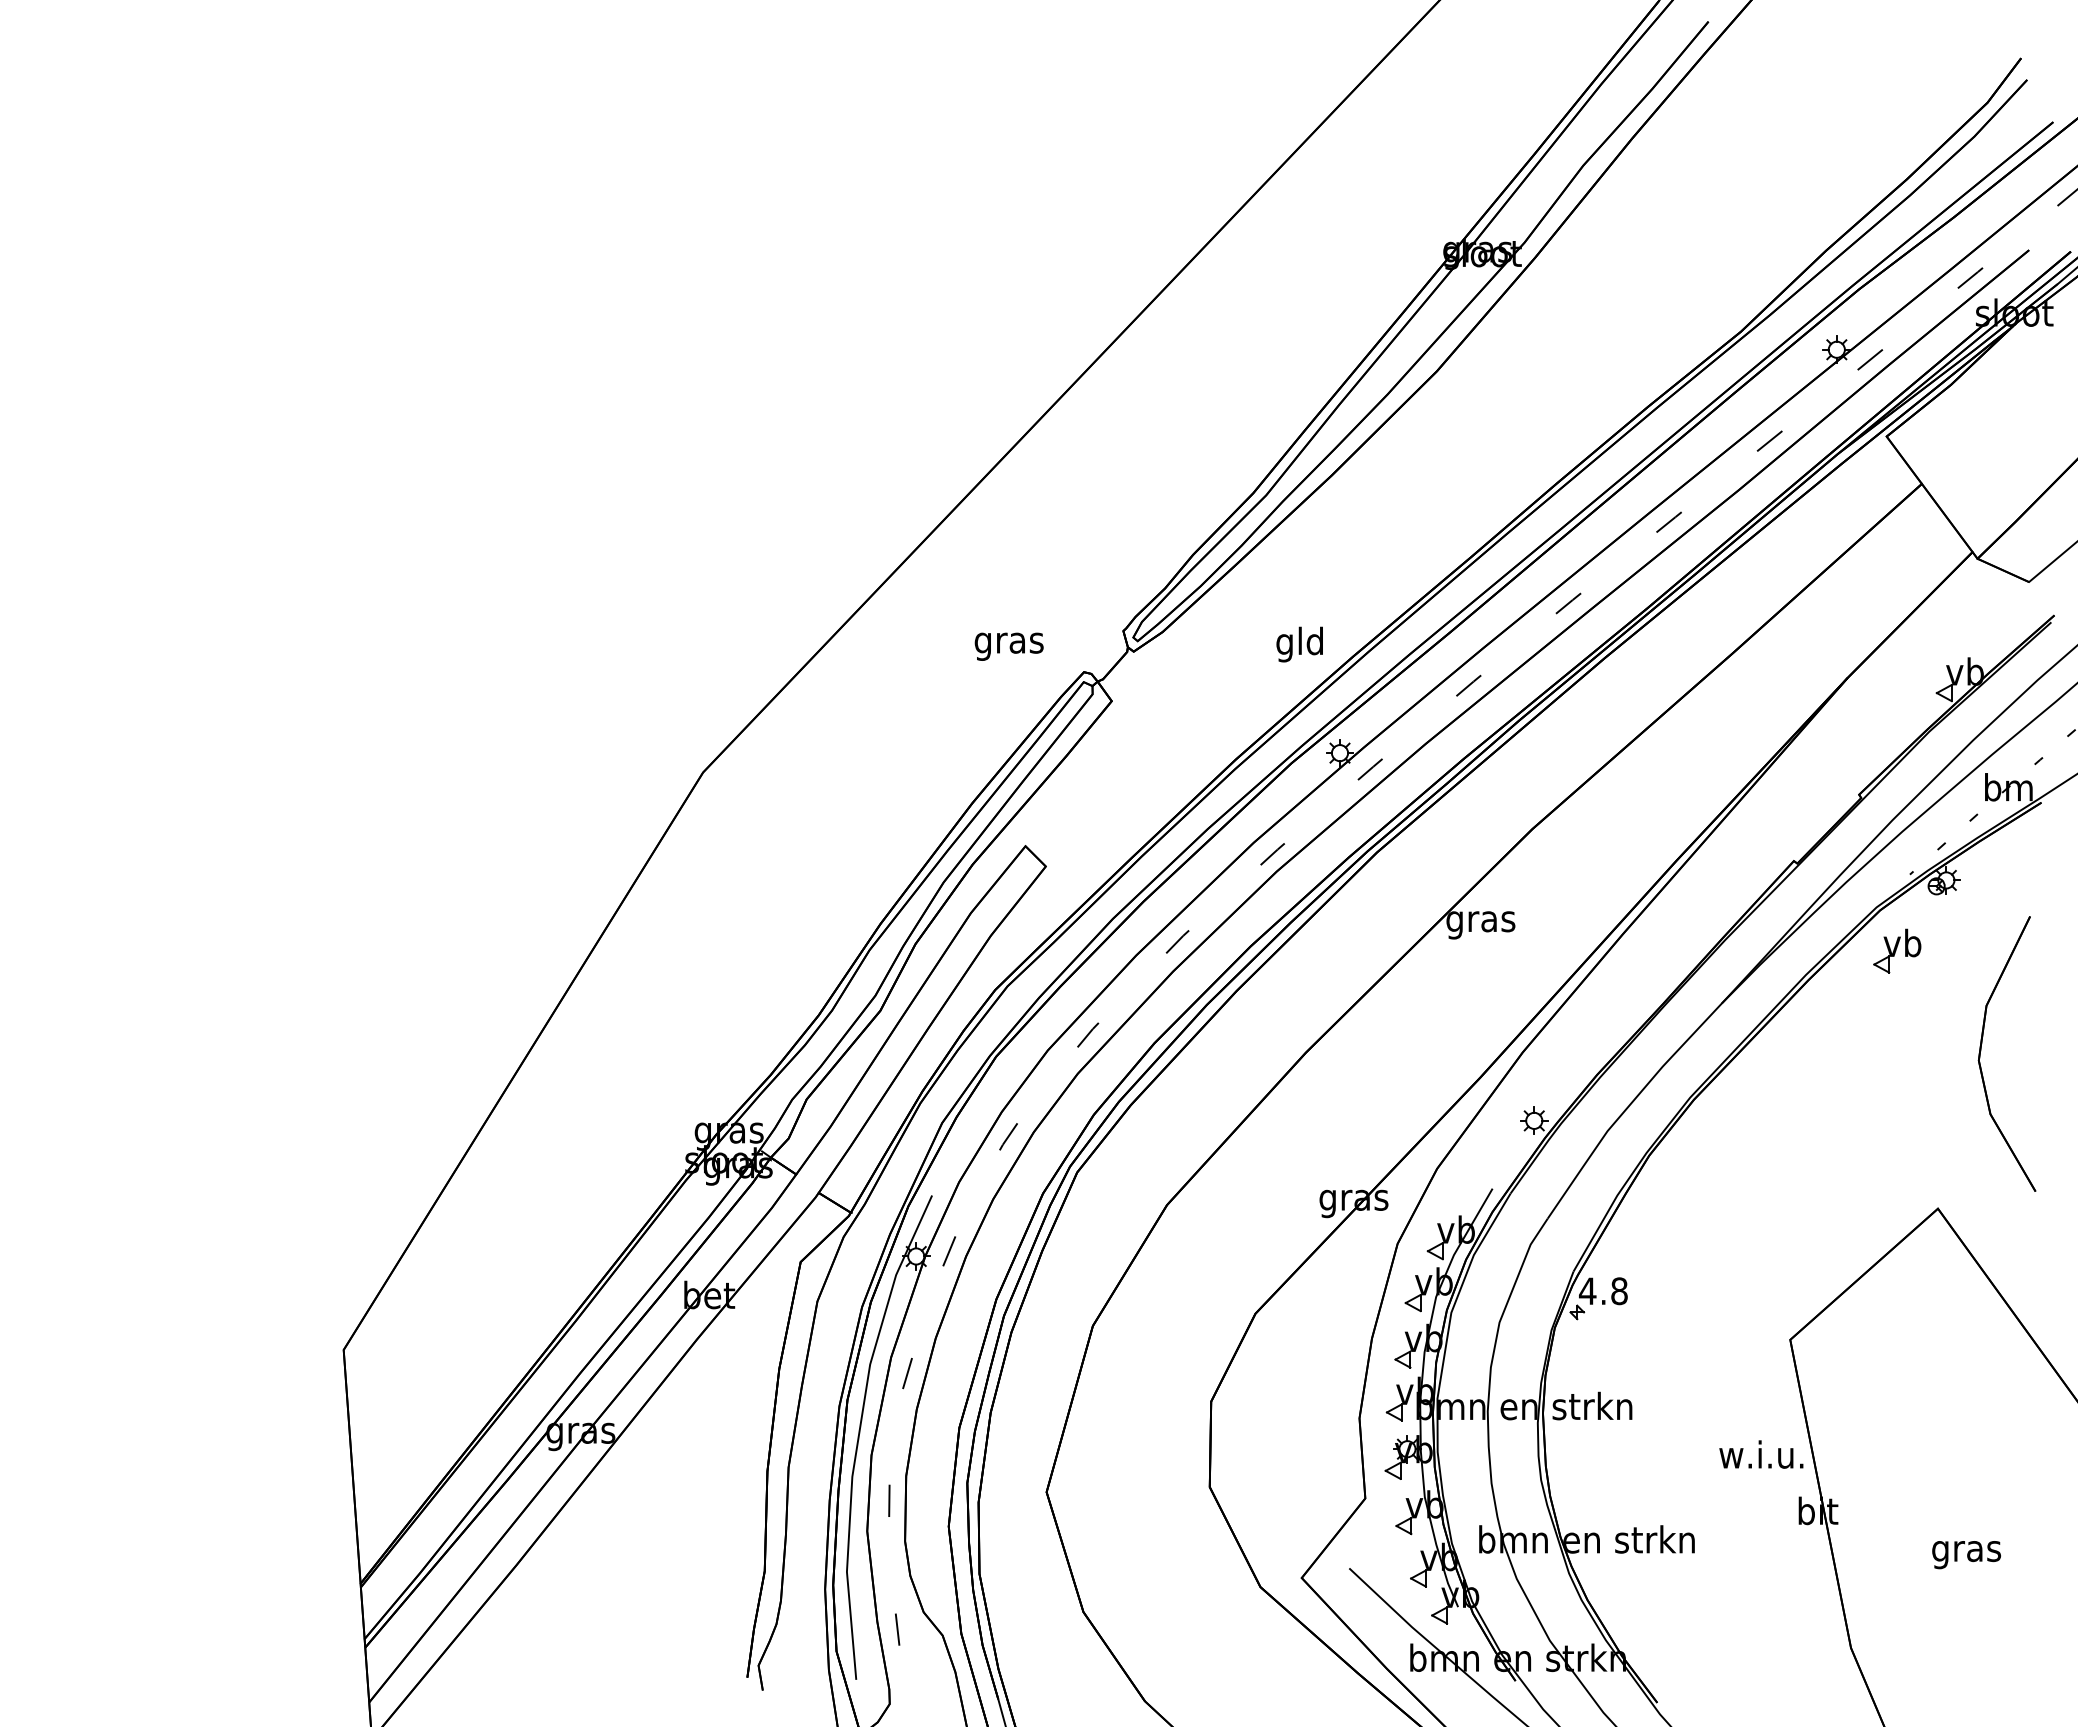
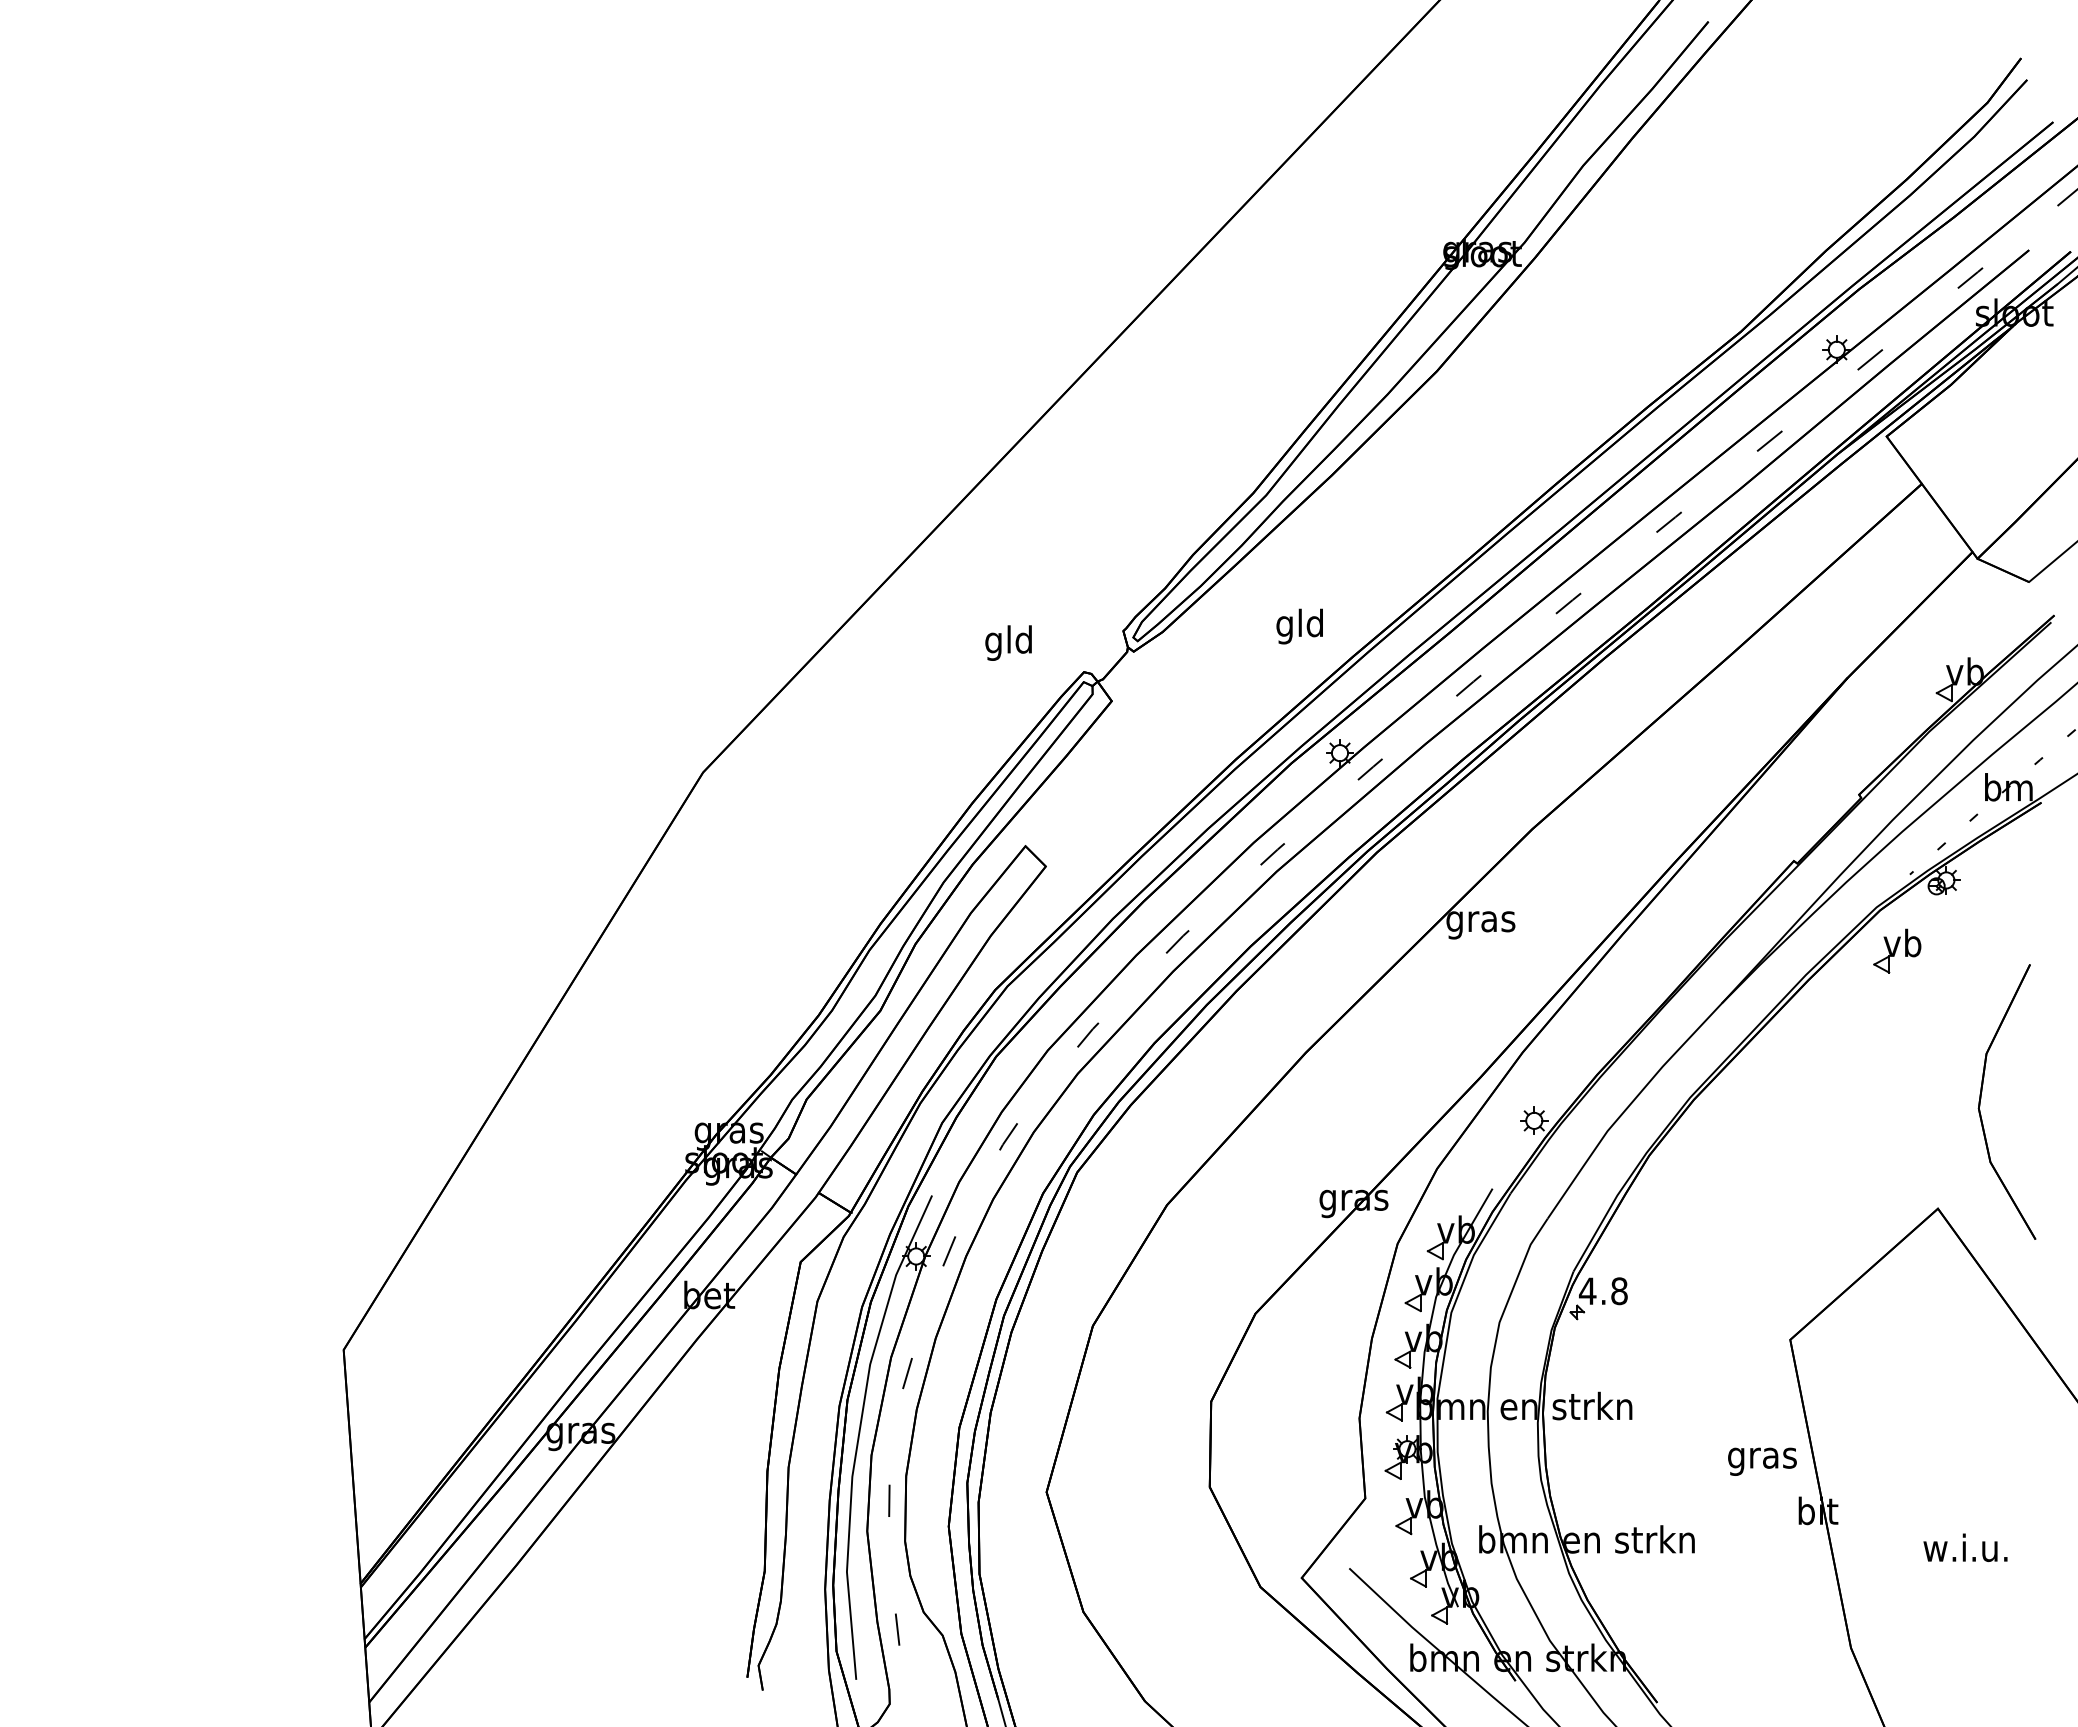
text at (1008, 642): gras -> gld
text at (1299, 644) position: (1299, 644) -> (1299, 626)
part at (1981, 1051) position: (1981, 1051) -> (1981, 1099)
text at (1761, 1457): w.i.u. -> gras
text at (1965, 1551): gras -> w.i.u.
